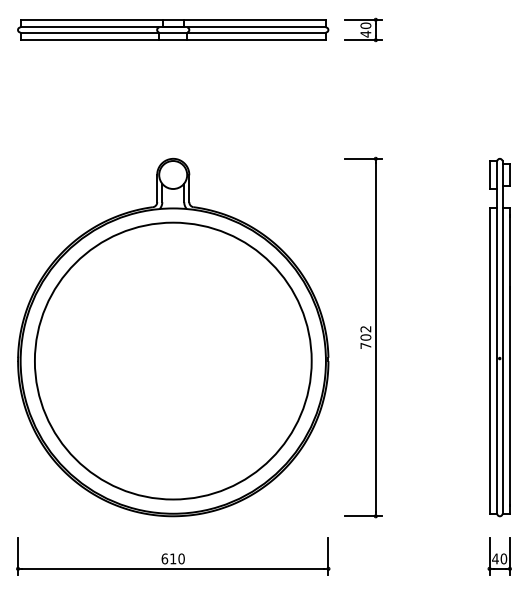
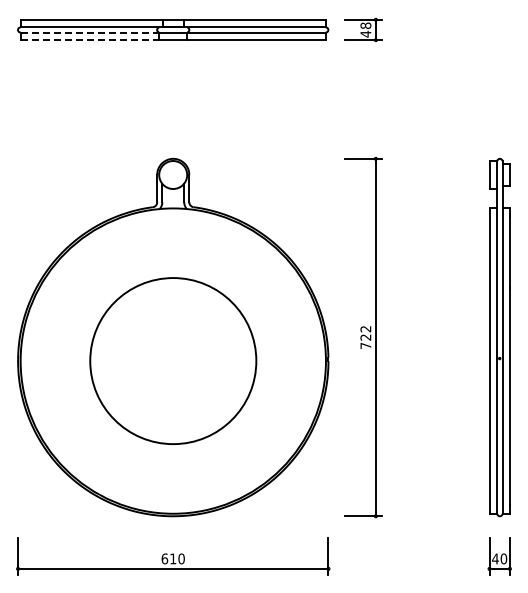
text at (365, 25): 40 -> 48
line at (90, 32): solid -> dashed
line at (90, 40): solid -> dashed
text at (365, 337): 702 -> 722
circle at (172, 360) diameter: 277 px -> 166 px
